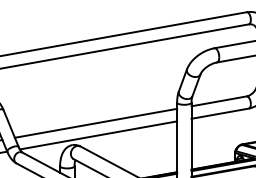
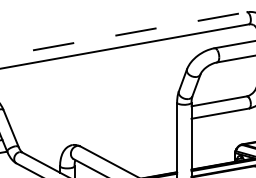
line at (123, 34): solid -> dashed
line at (95, 122): present -> none
line at (98, 135): present -> none
